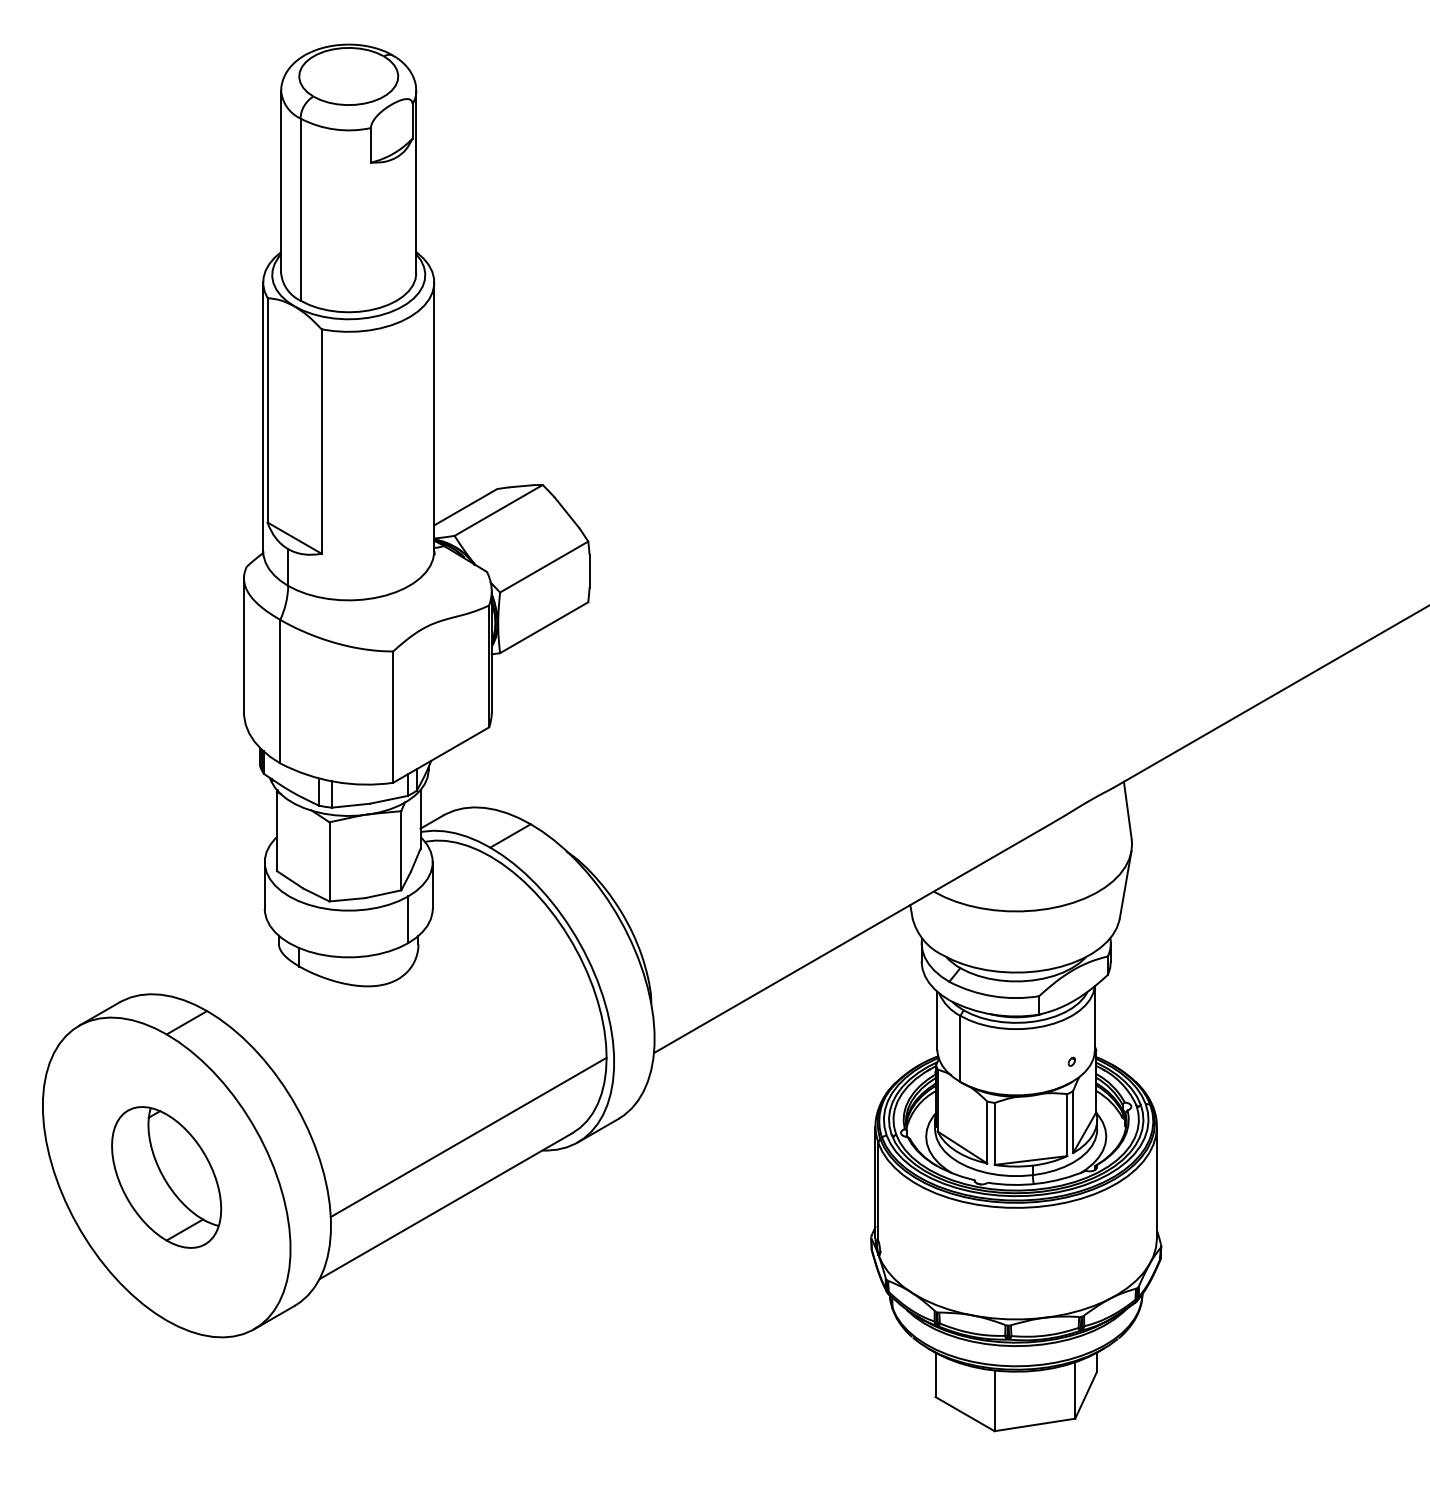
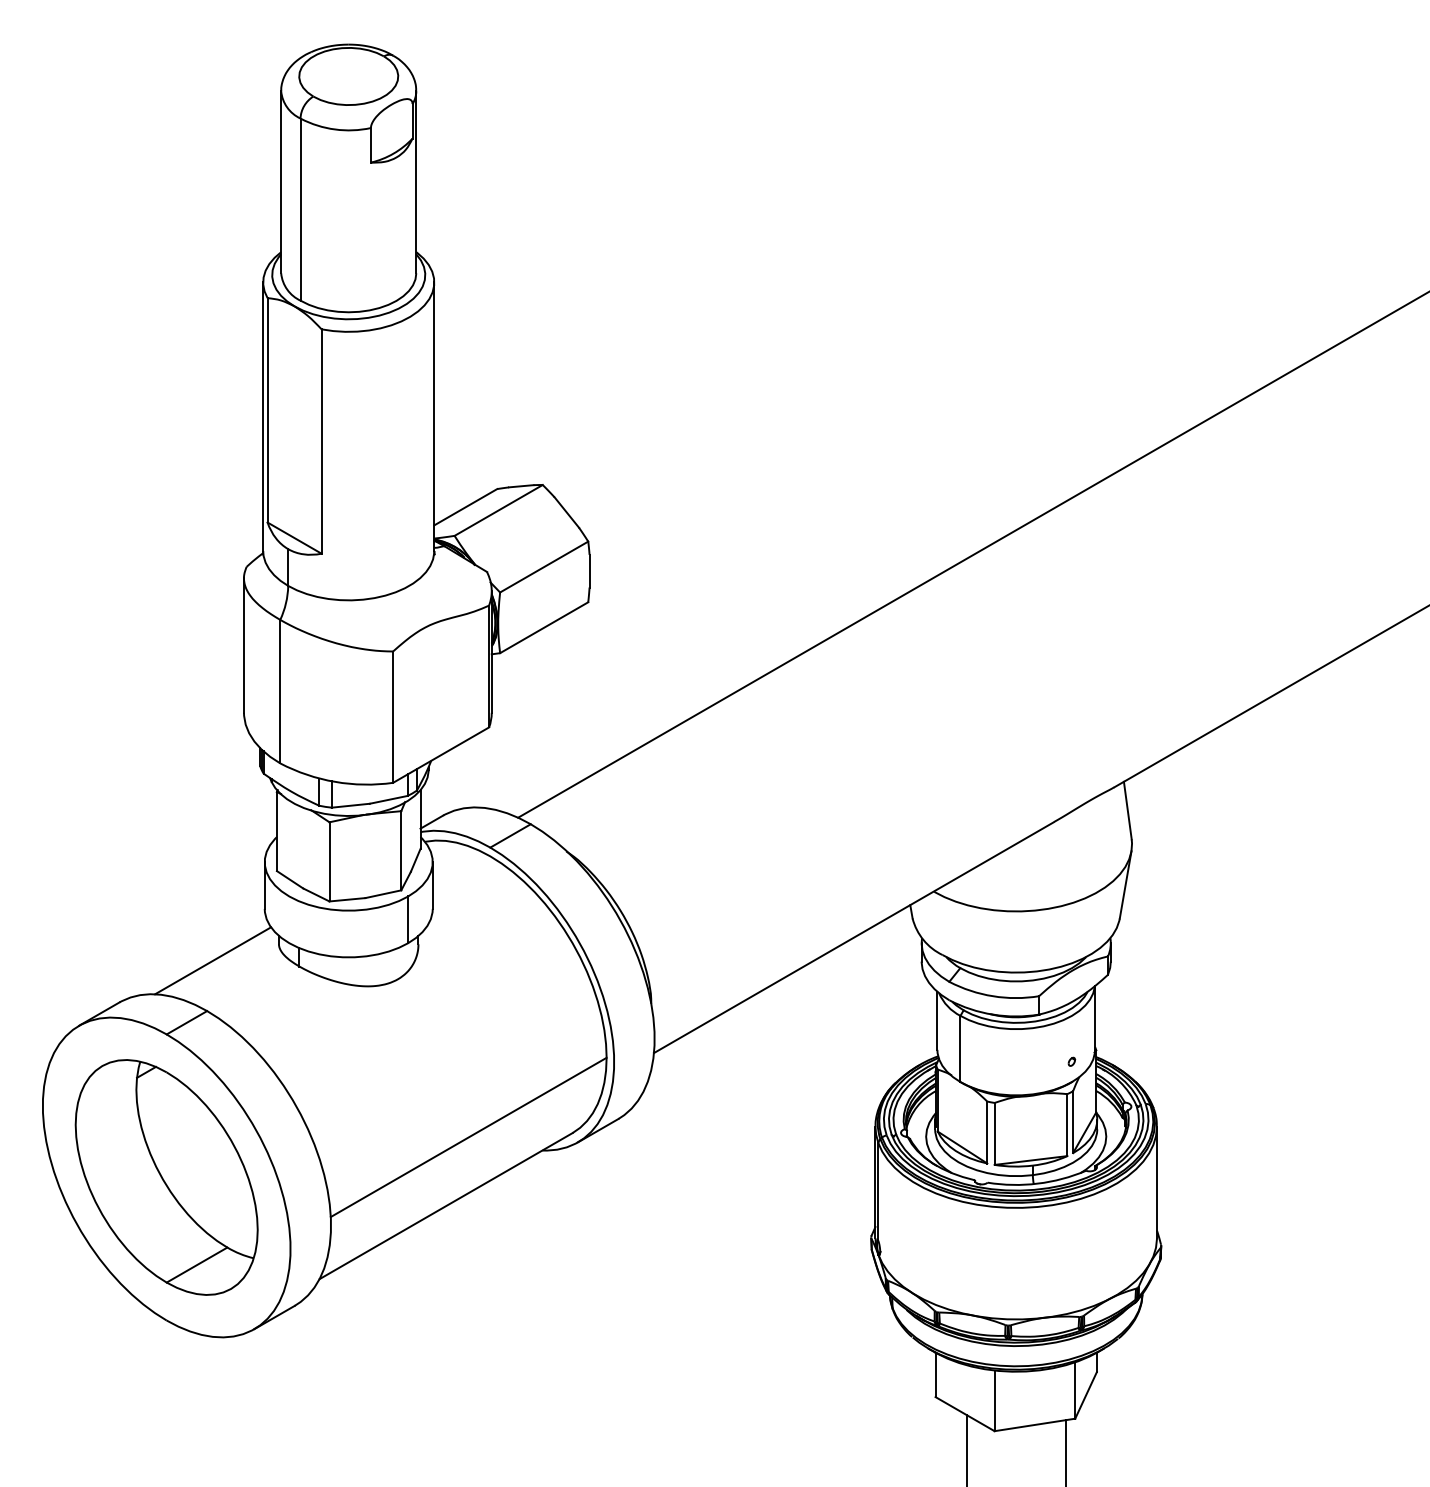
line at (972, 555): none -> present
line at (213, 960): none -> present
part at (166, 1177) size: 112x143 px -> 185x237 px
line at (966, 1449): none -> present
line at (1065, 1451): none -> present
